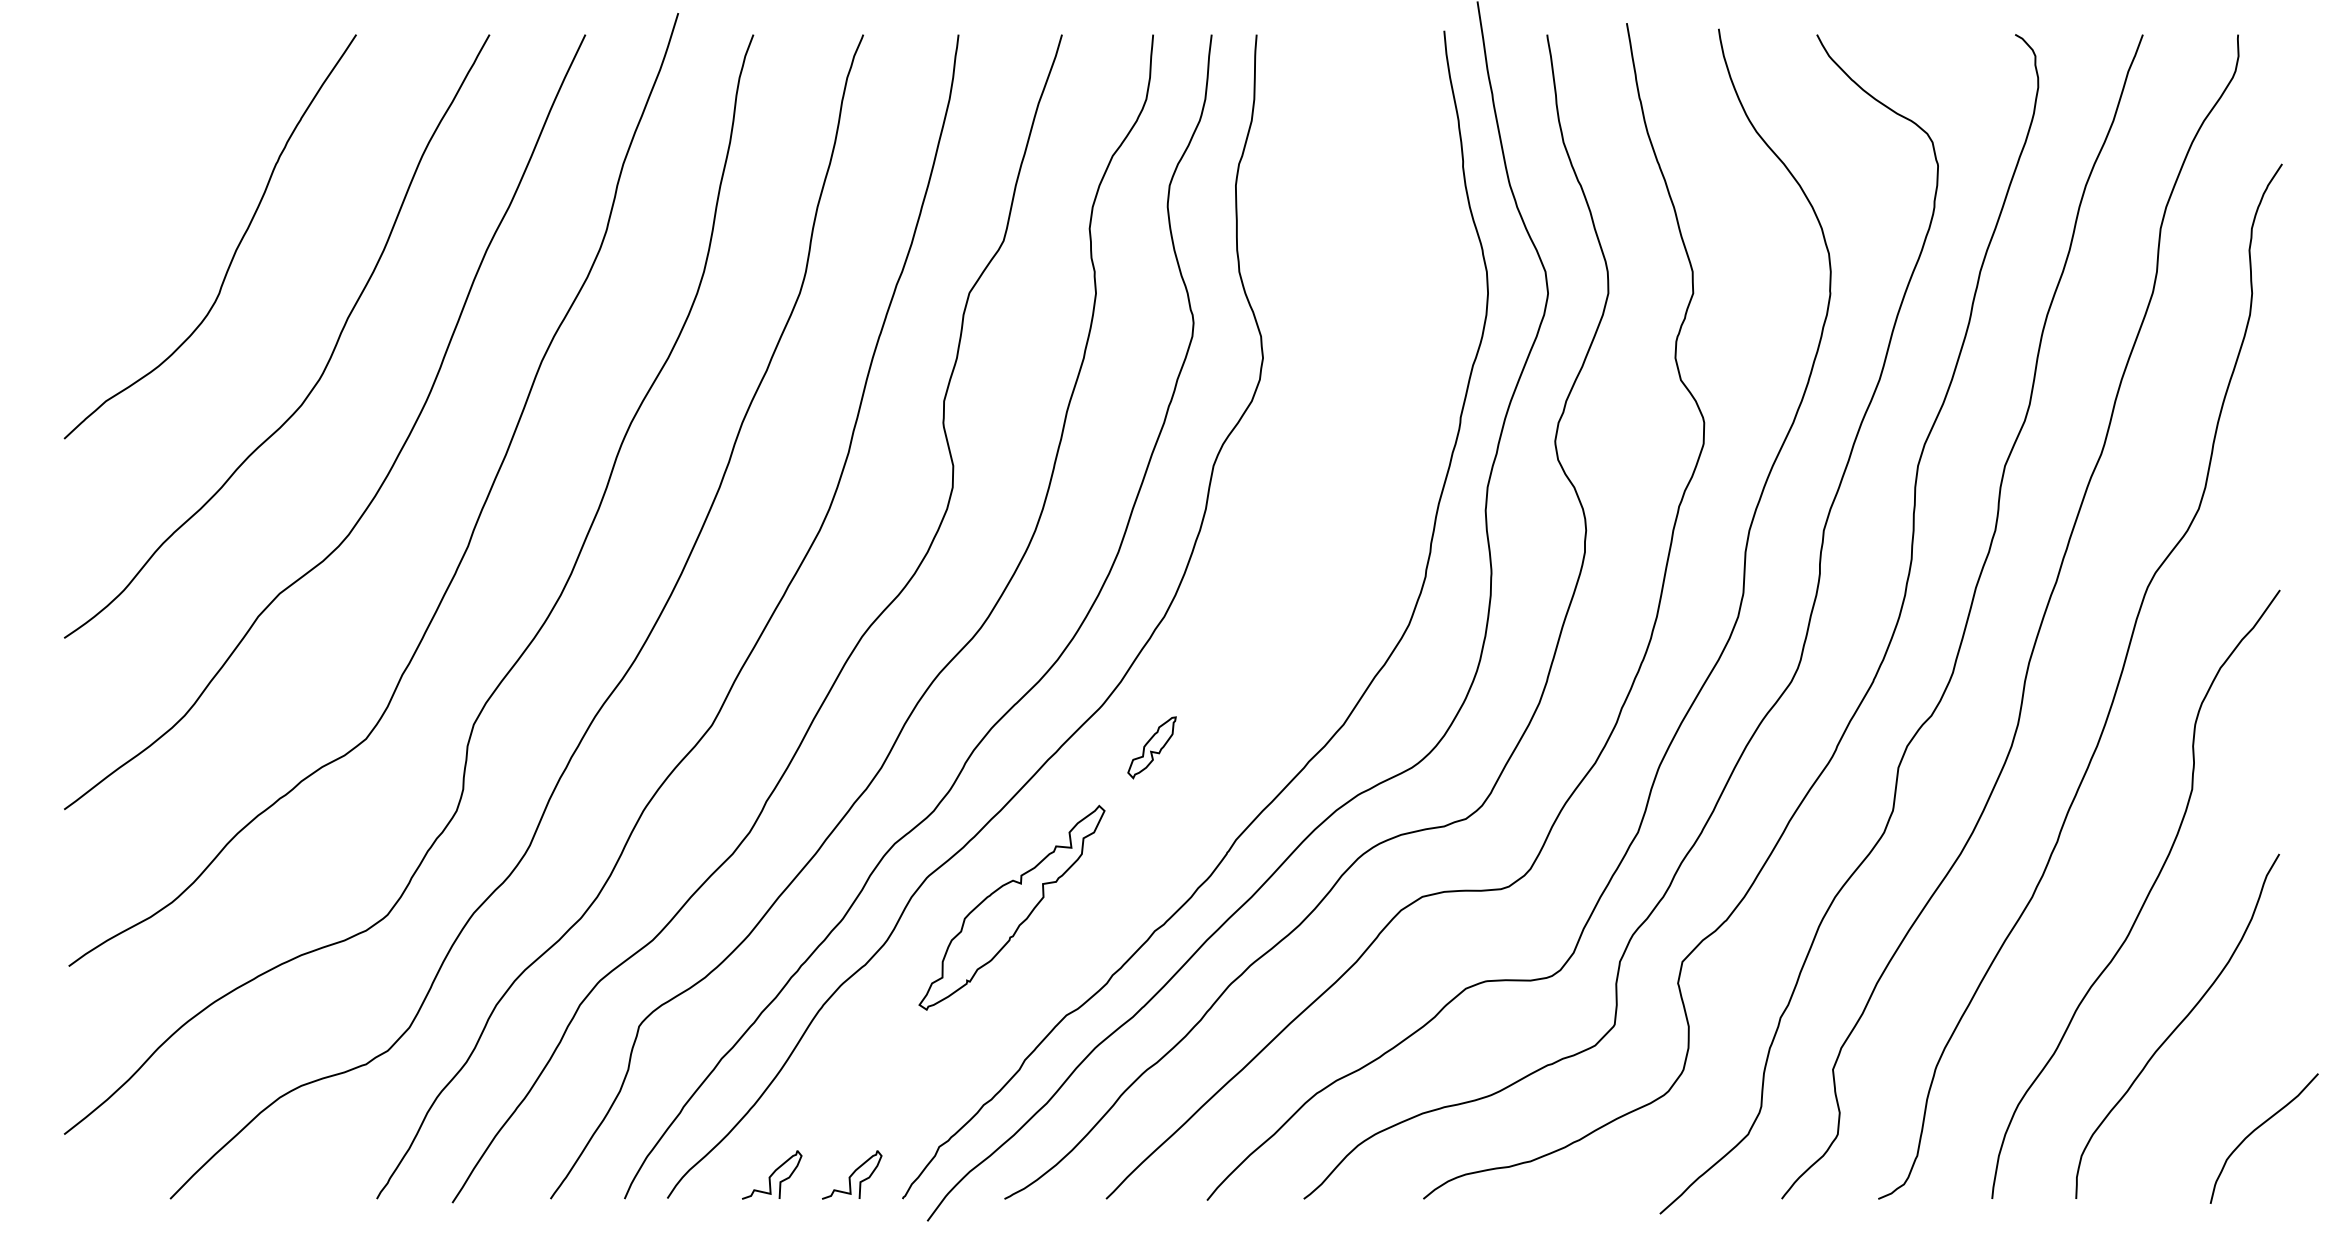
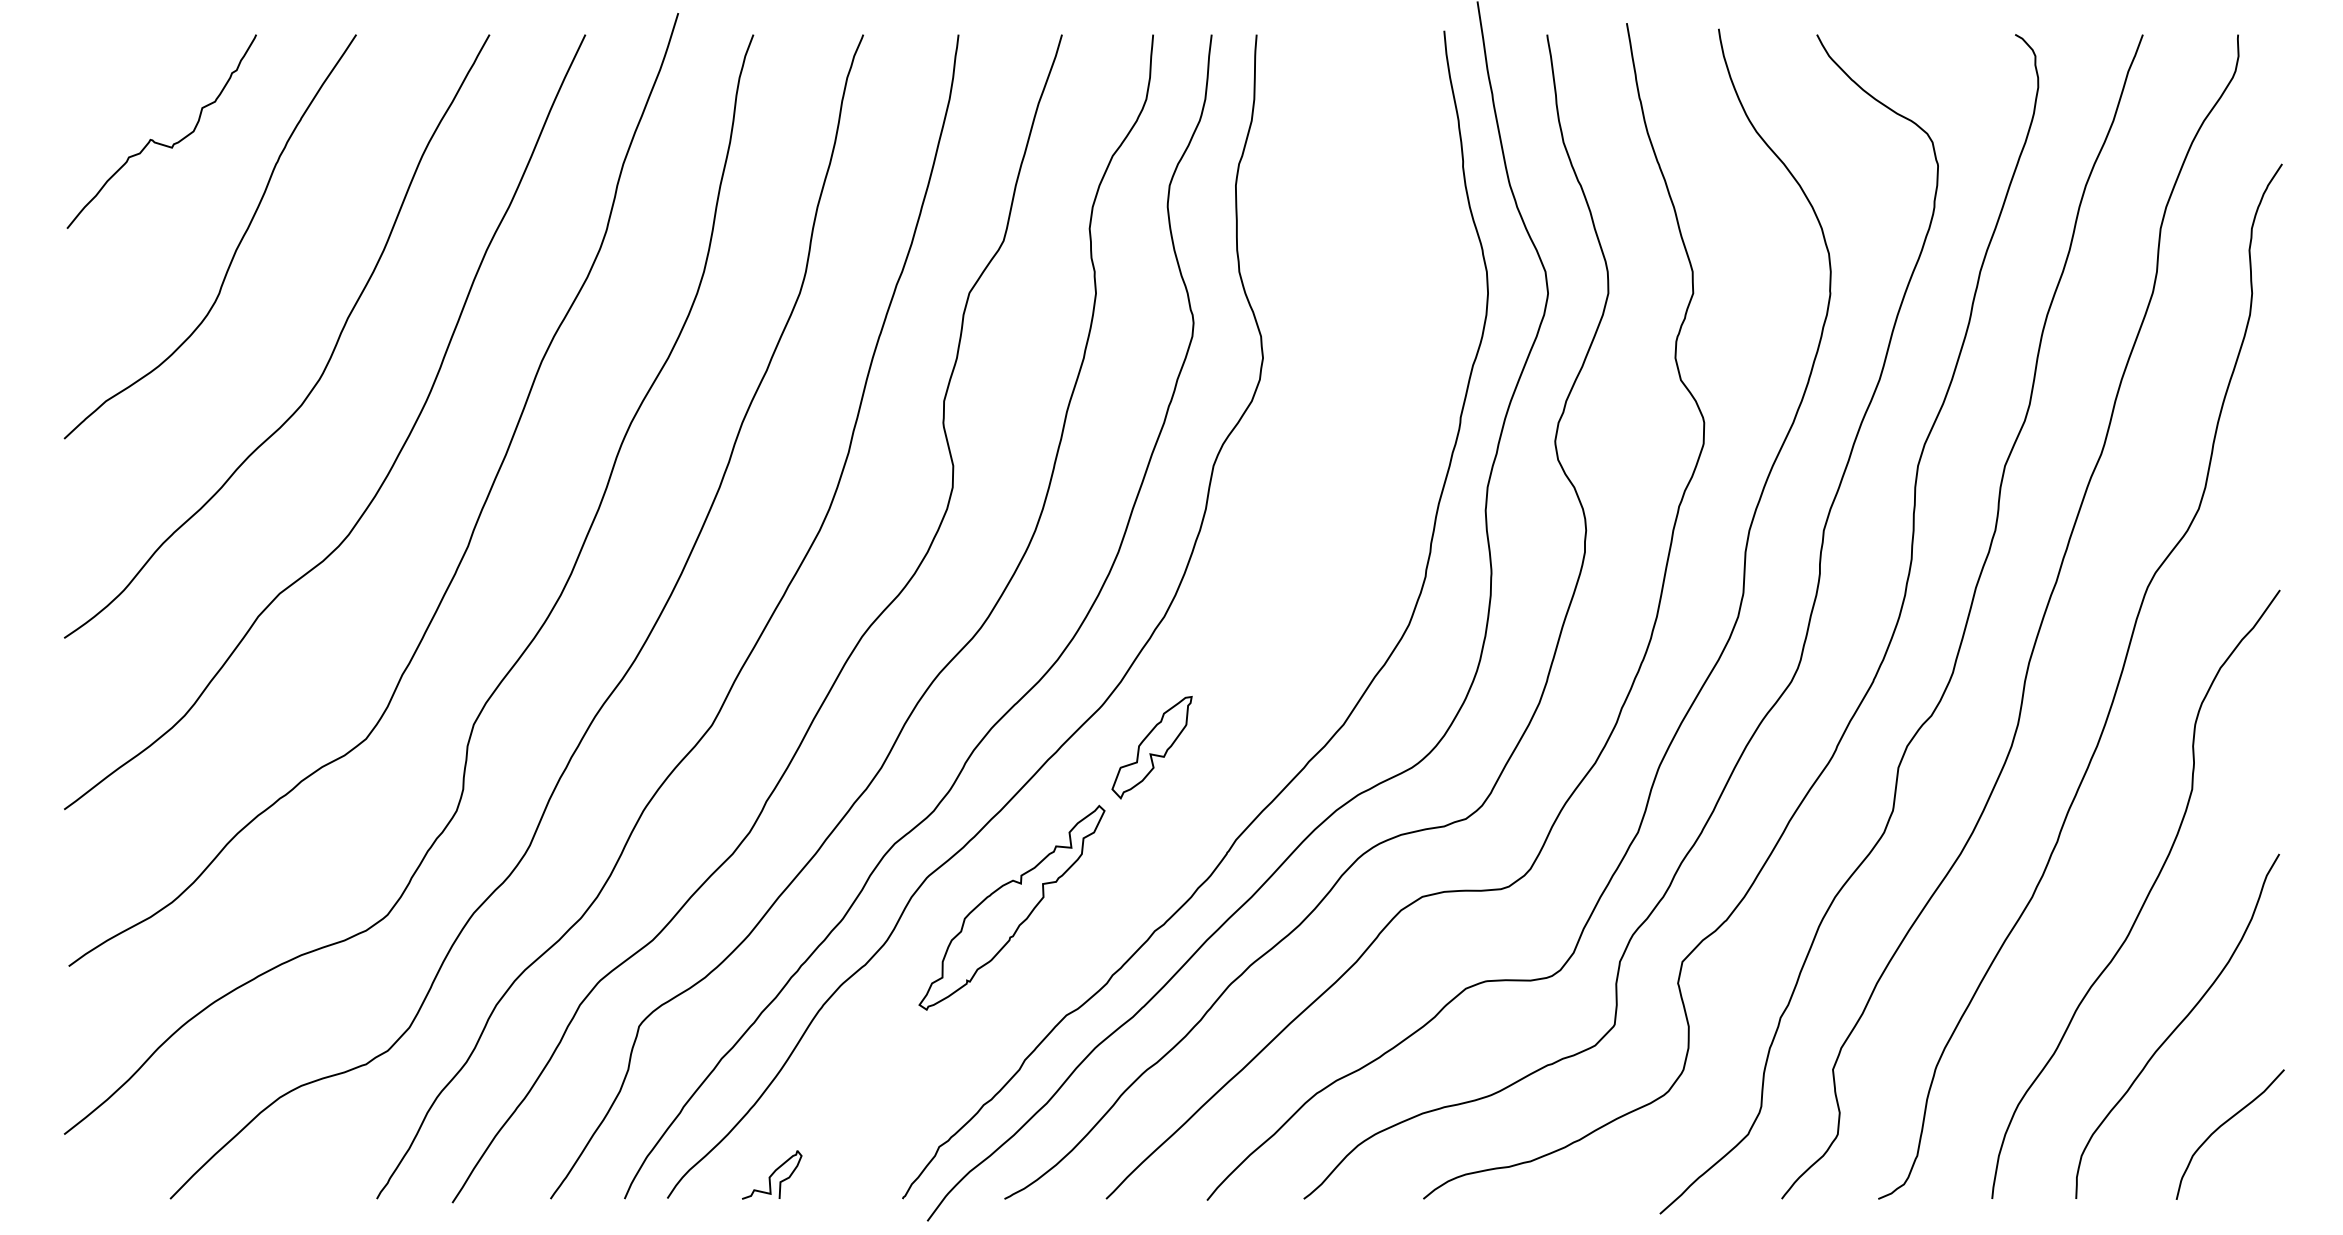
curve at (153, 139): none -> present
part at (1151, 747) size: 50x64 px -> 82x104 px
curve at (2257, 1129) position: (2257, 1129) -> (2223, 1125)
curve at (852, 1174): present -> none
